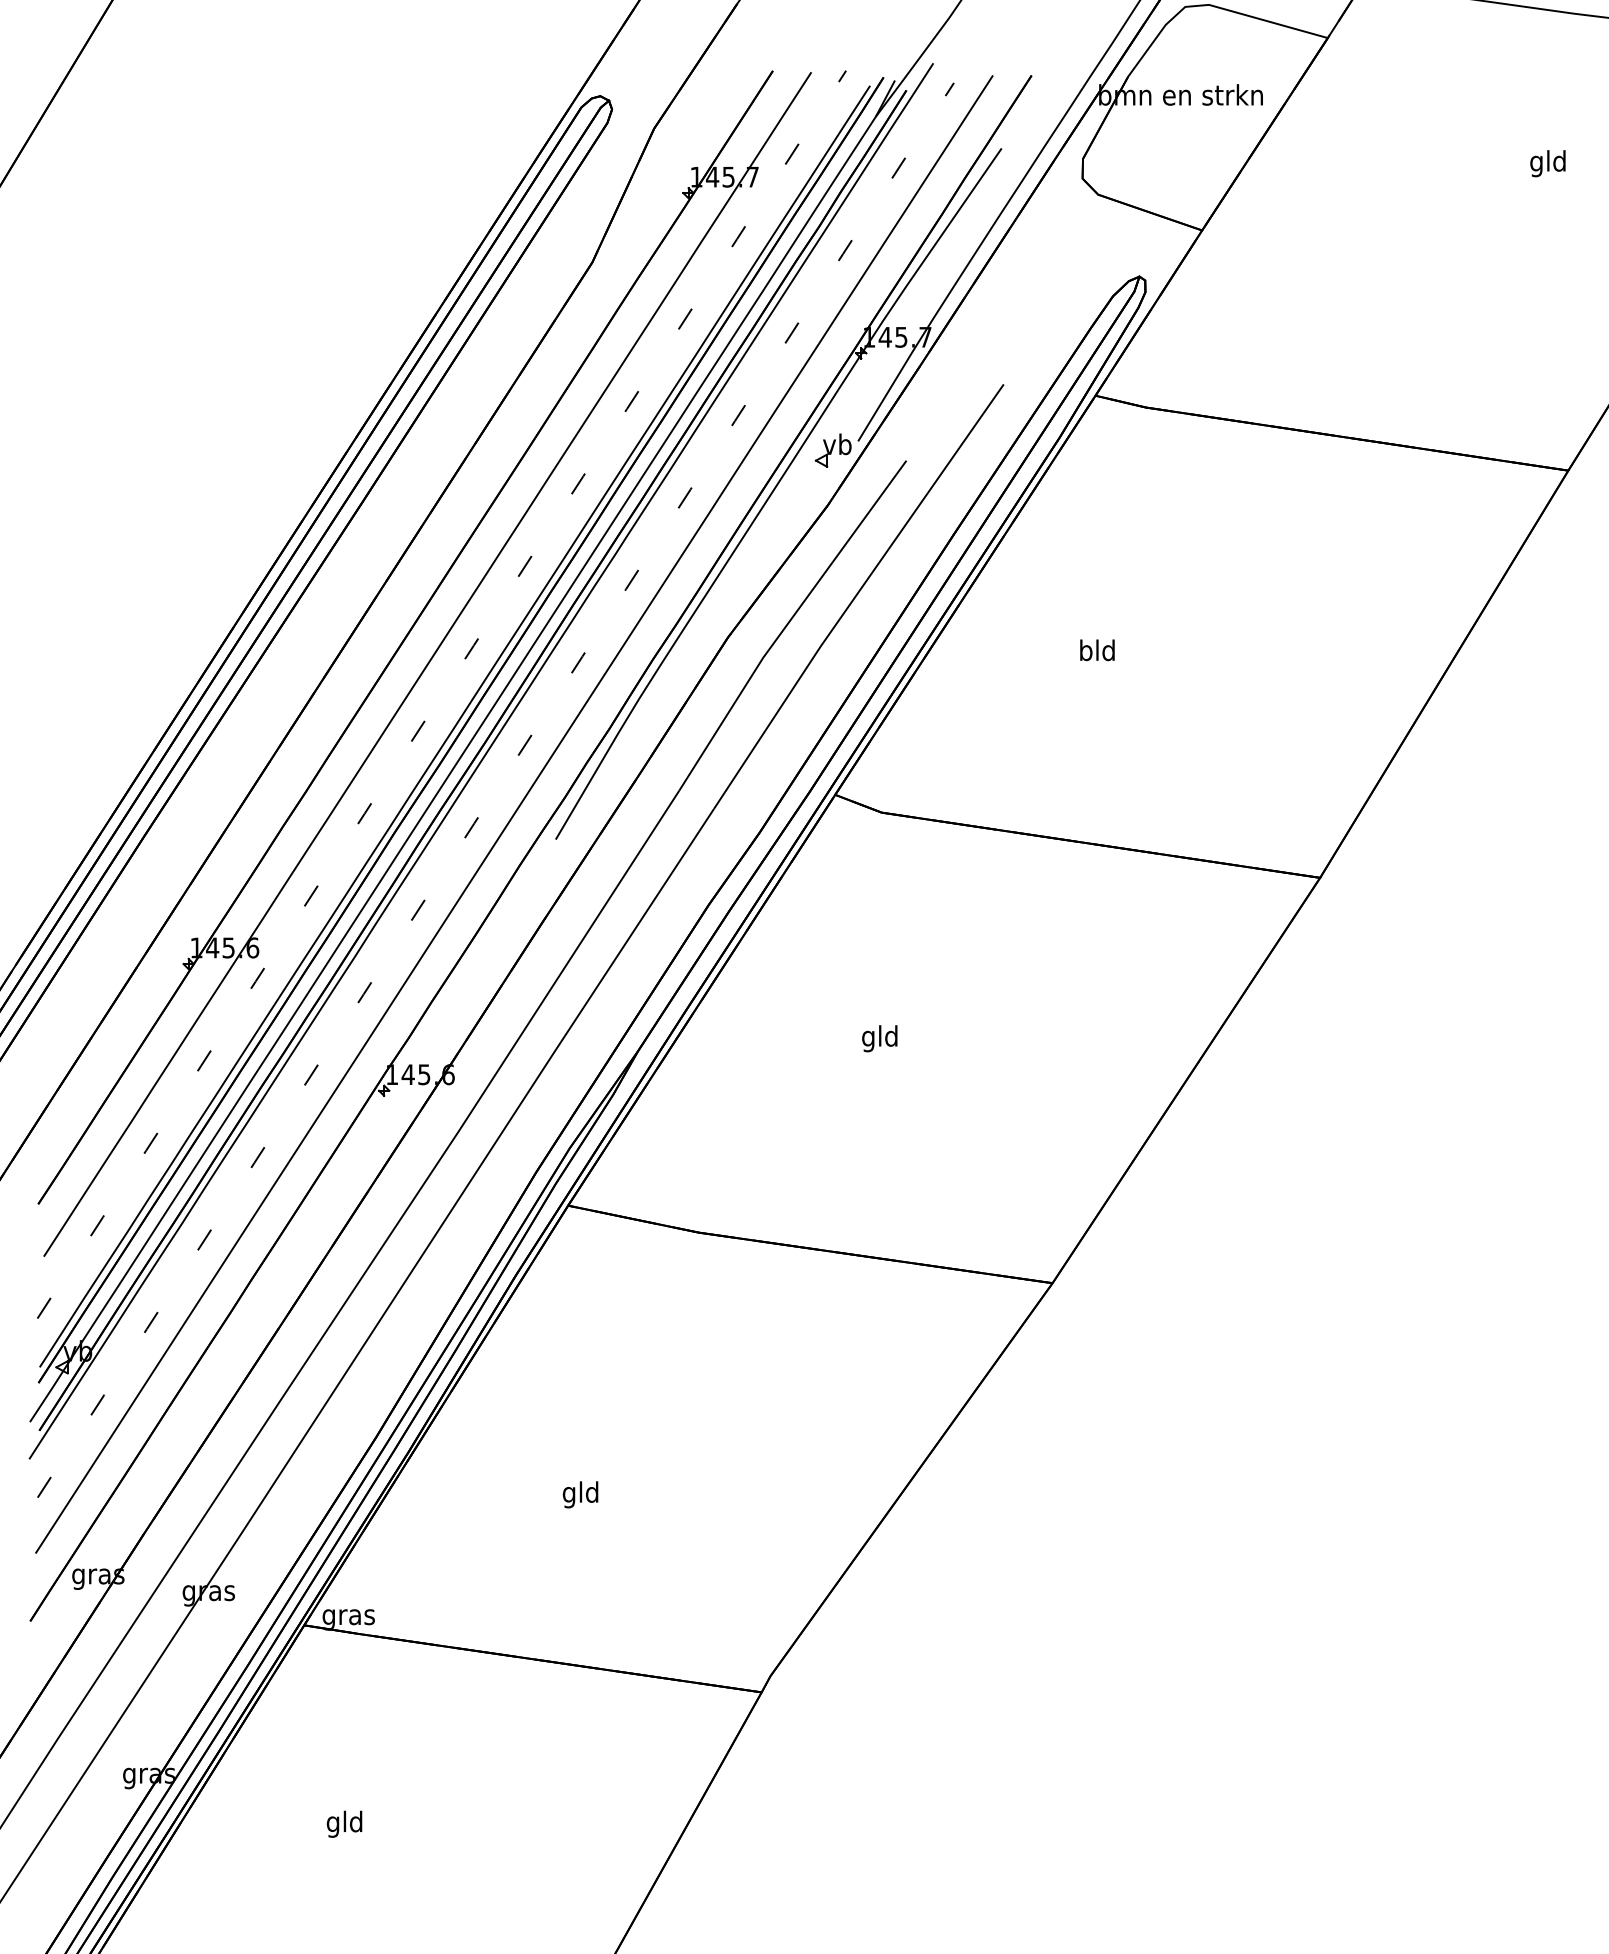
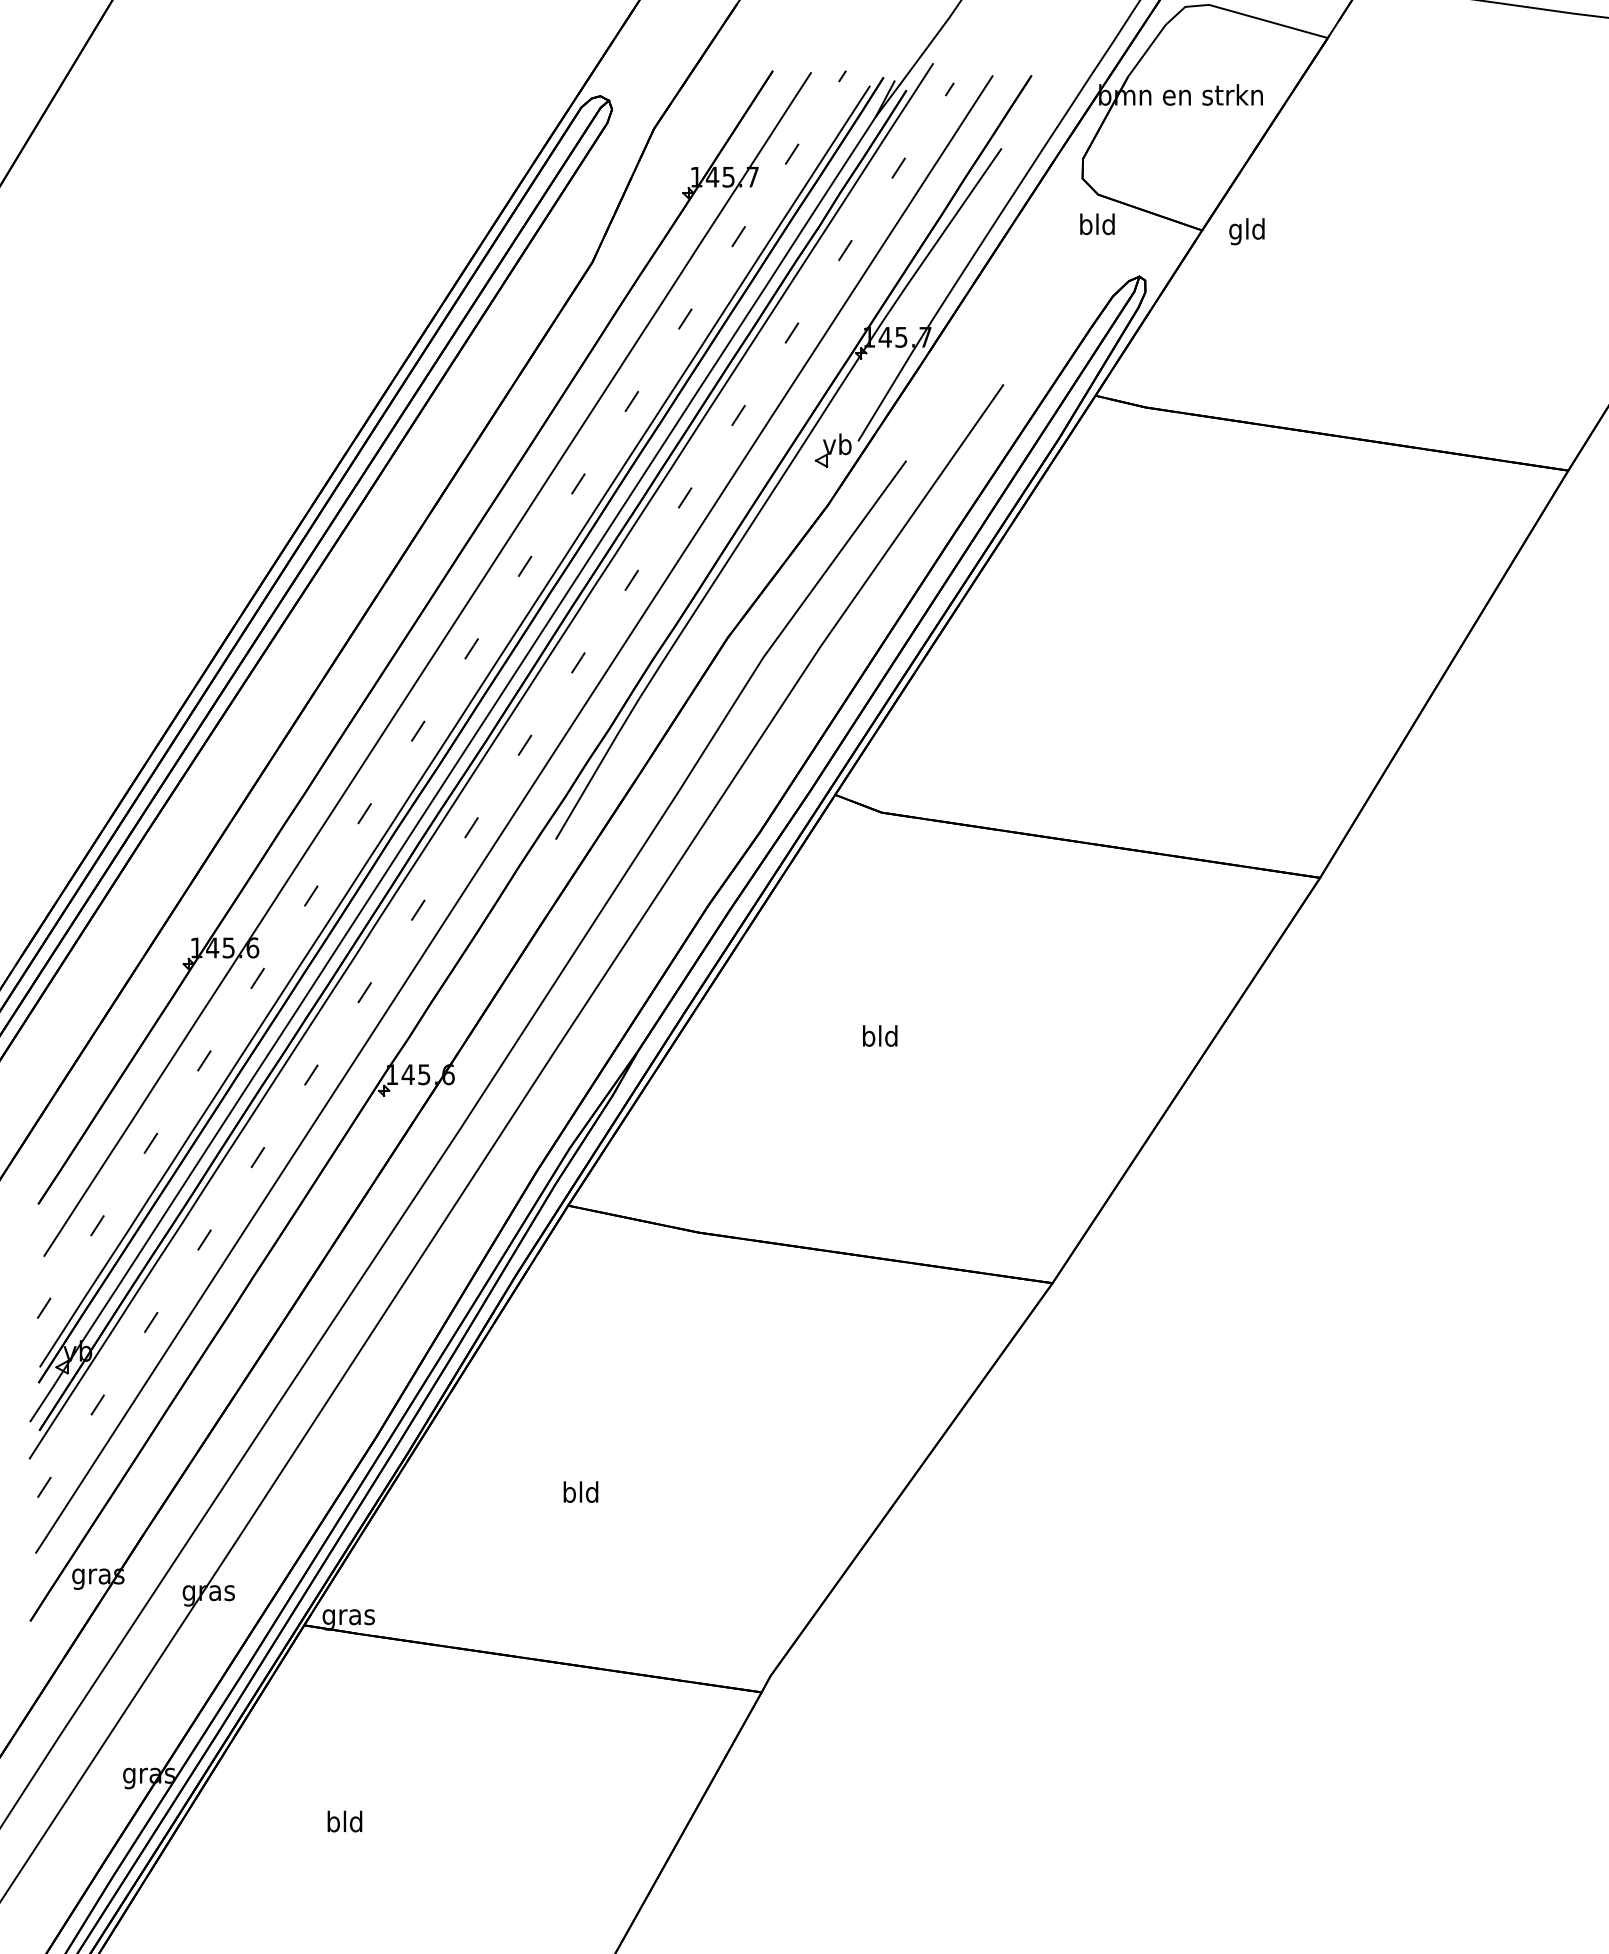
text at (1547, 163) position: (1547, 163) -> (1246, 231)
text at (1097, 650) position: (1097, 650) -> (1097, 224)
text at (868, 1038): gld -> bld
text at (568, 1494): gld -> bld
text at (332, 1823): gld -> bld
